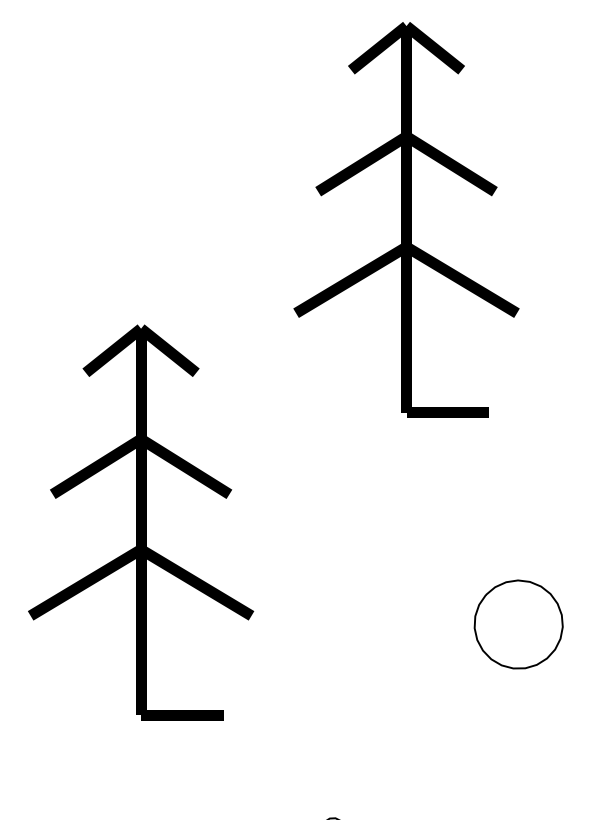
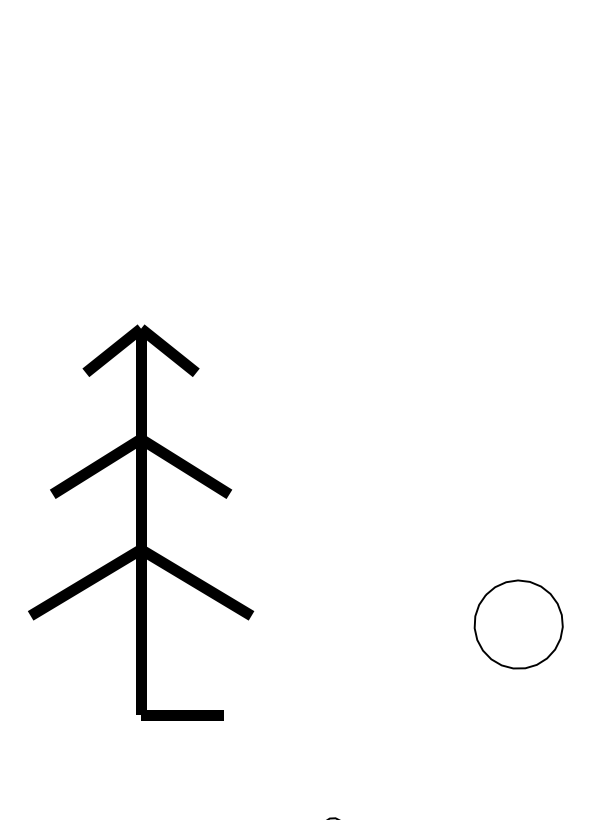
part at (406, 219): present -> none
